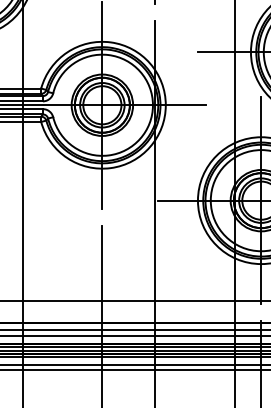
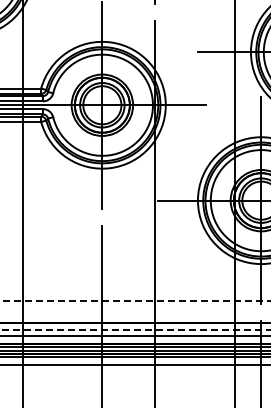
line at (135, 301): solid -> dashed
line at (135, 330): solid -> dashed
line at (134, 370): present -> none
